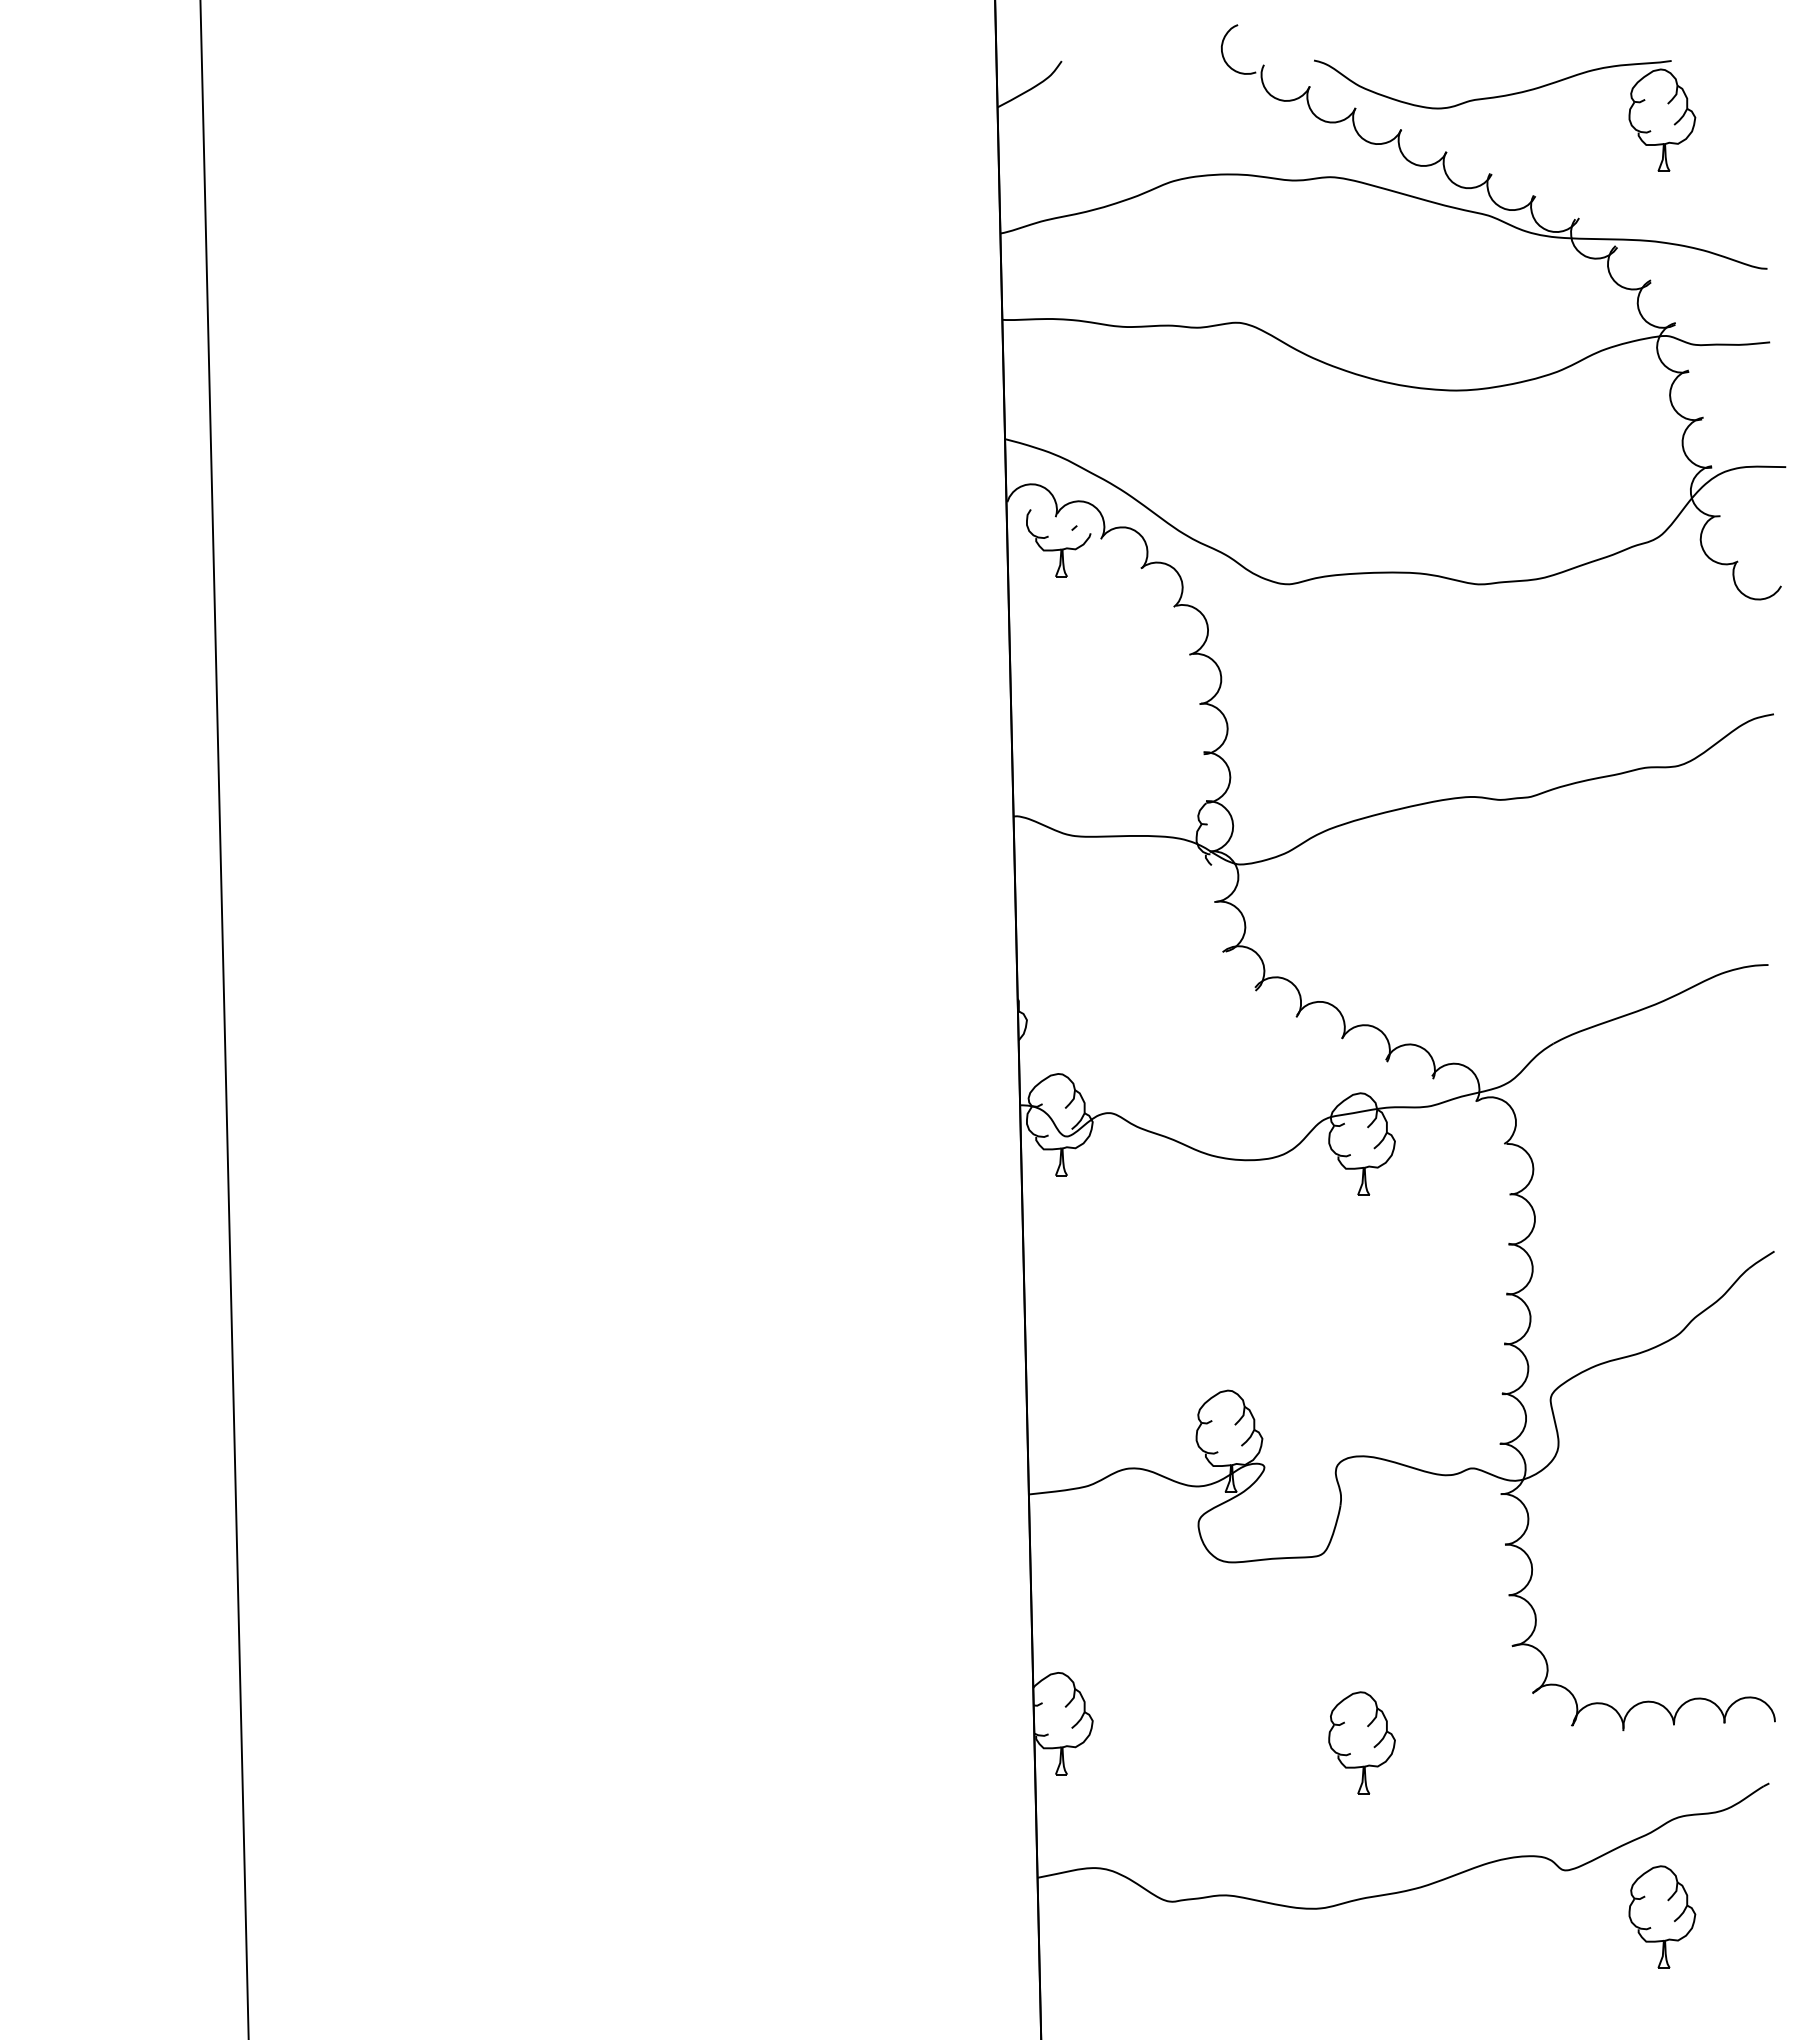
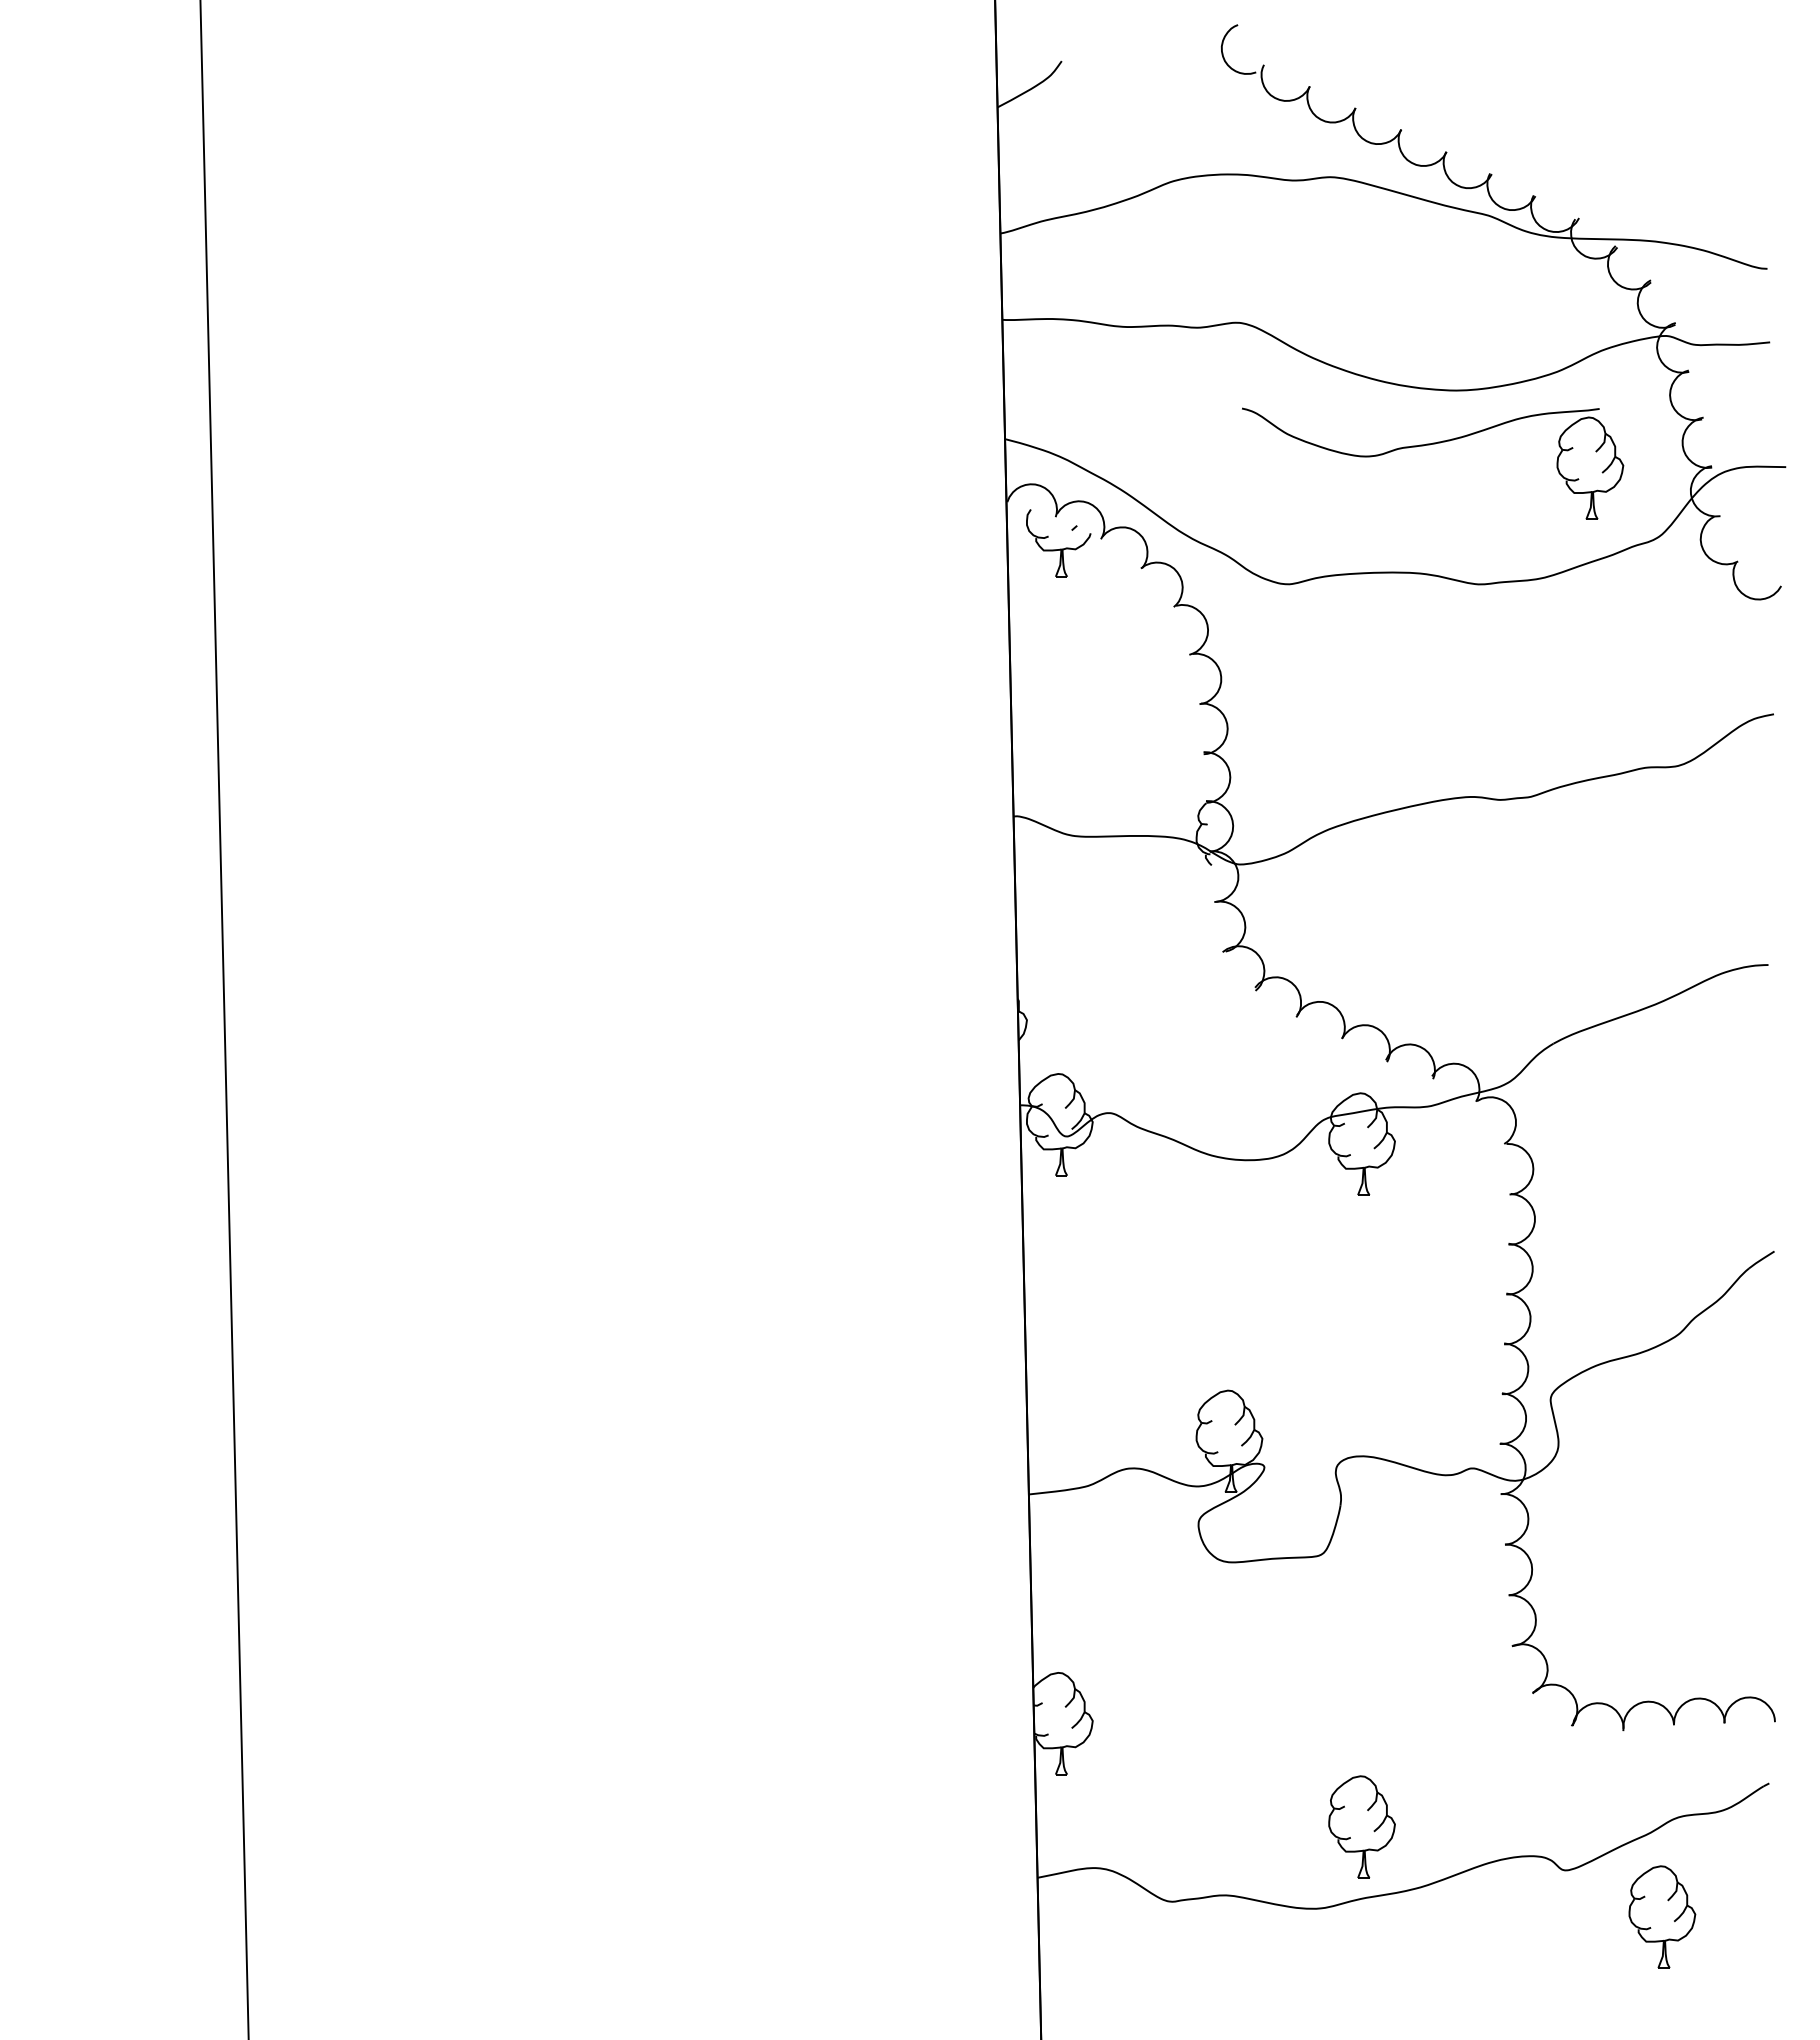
part at (1502, 97) position: (1502, 97) -> (1430, 445)
part at (1361, 1742) position: (1361, 1742) -> (1361, 1826)
